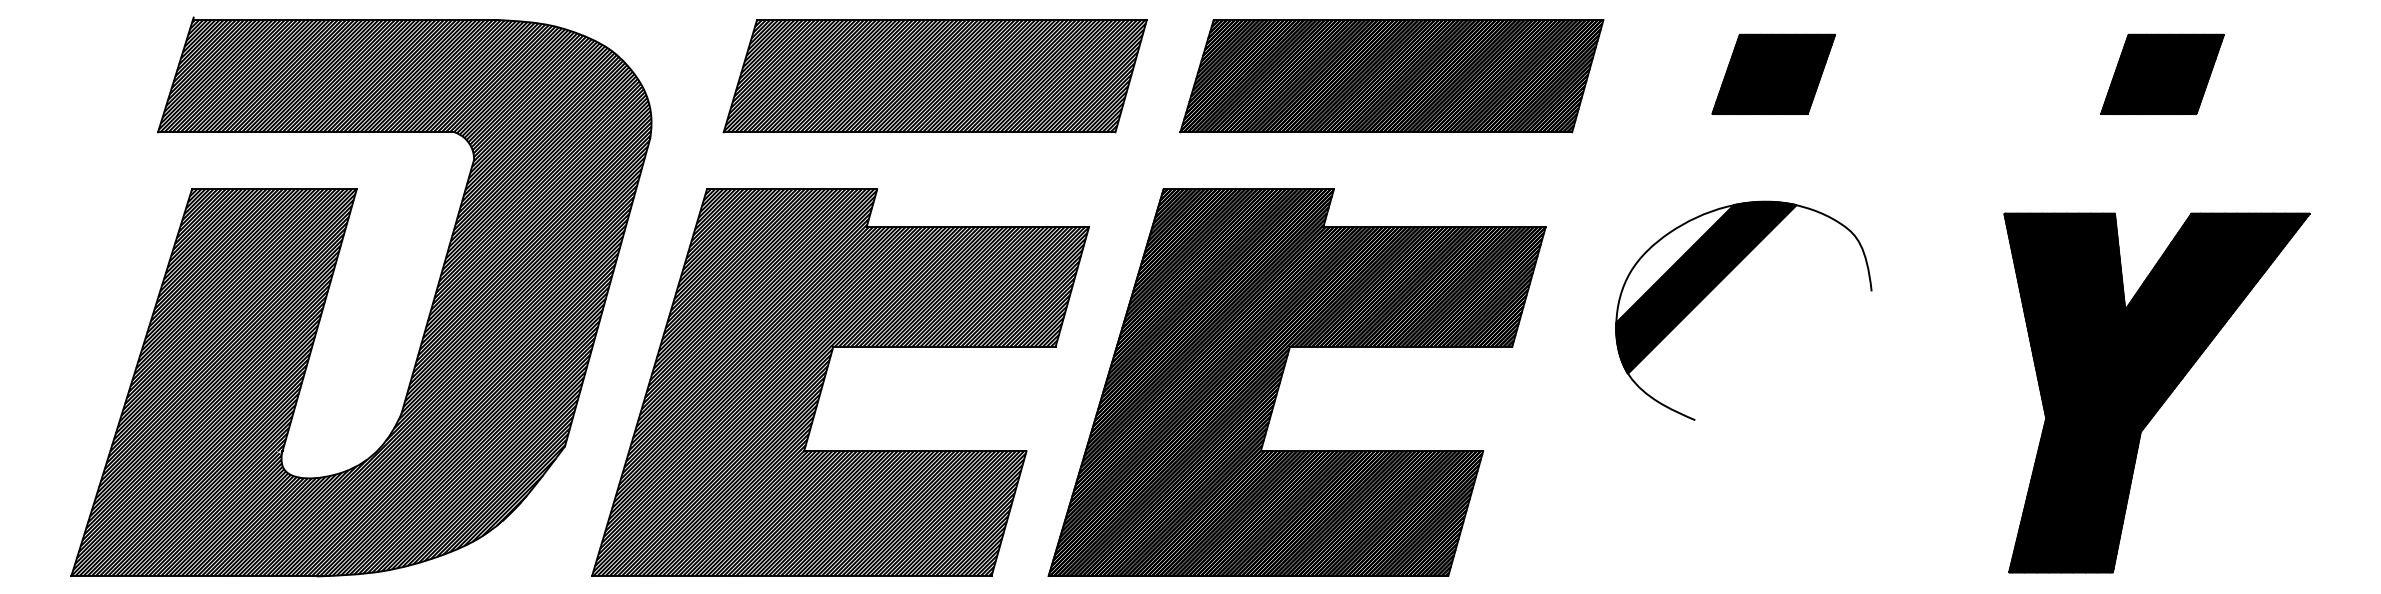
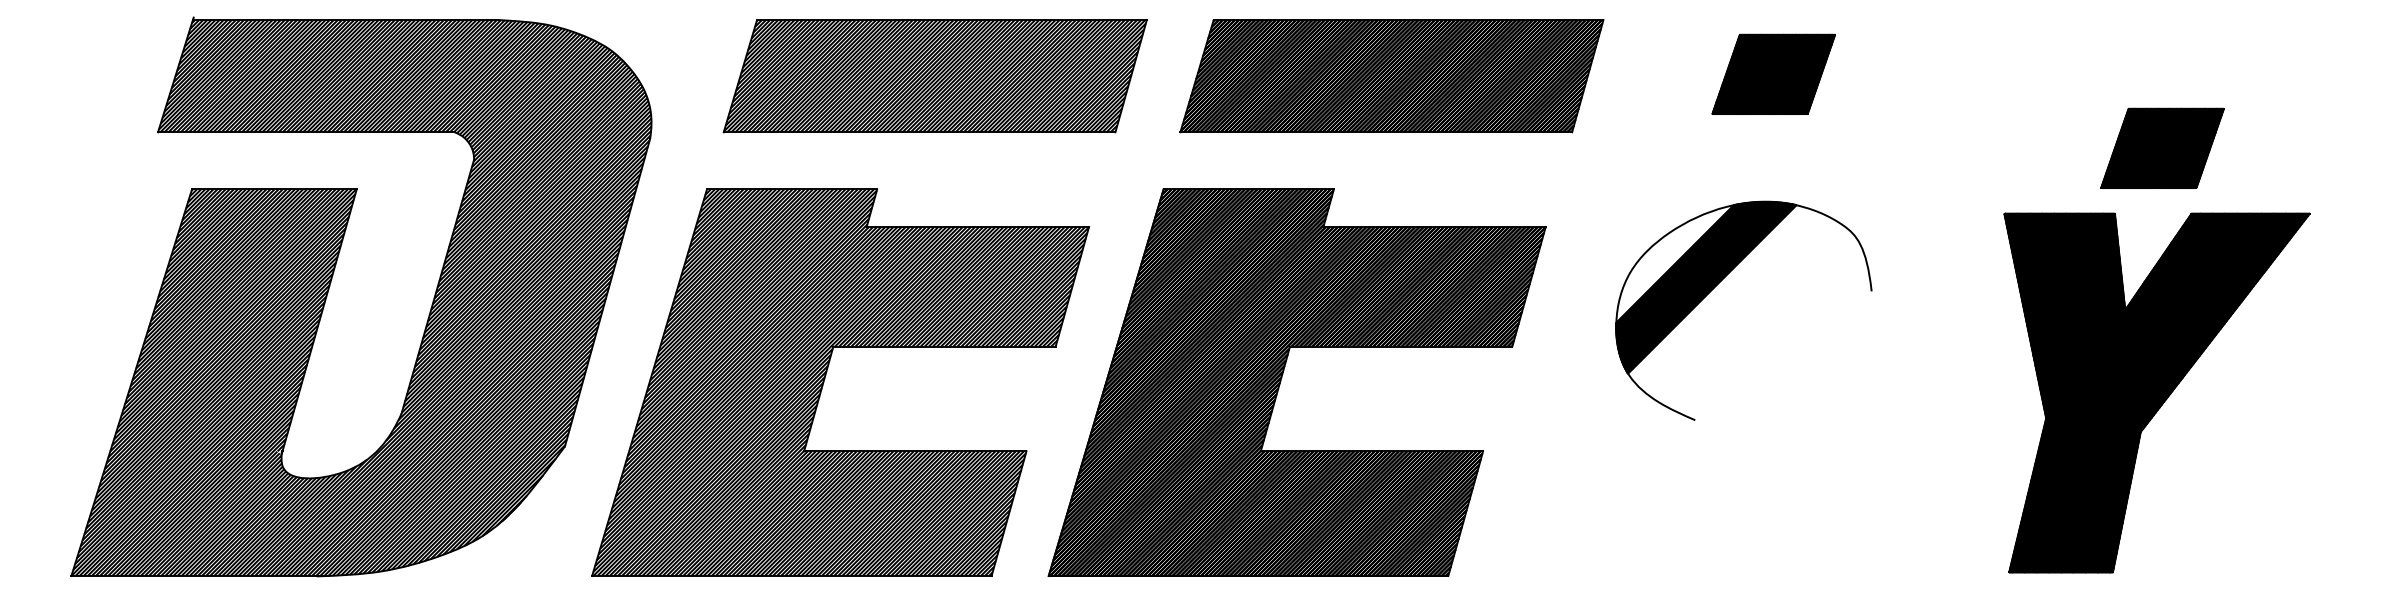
part at (2162, 73) position: (2162, 73) -> (2162, 147)
